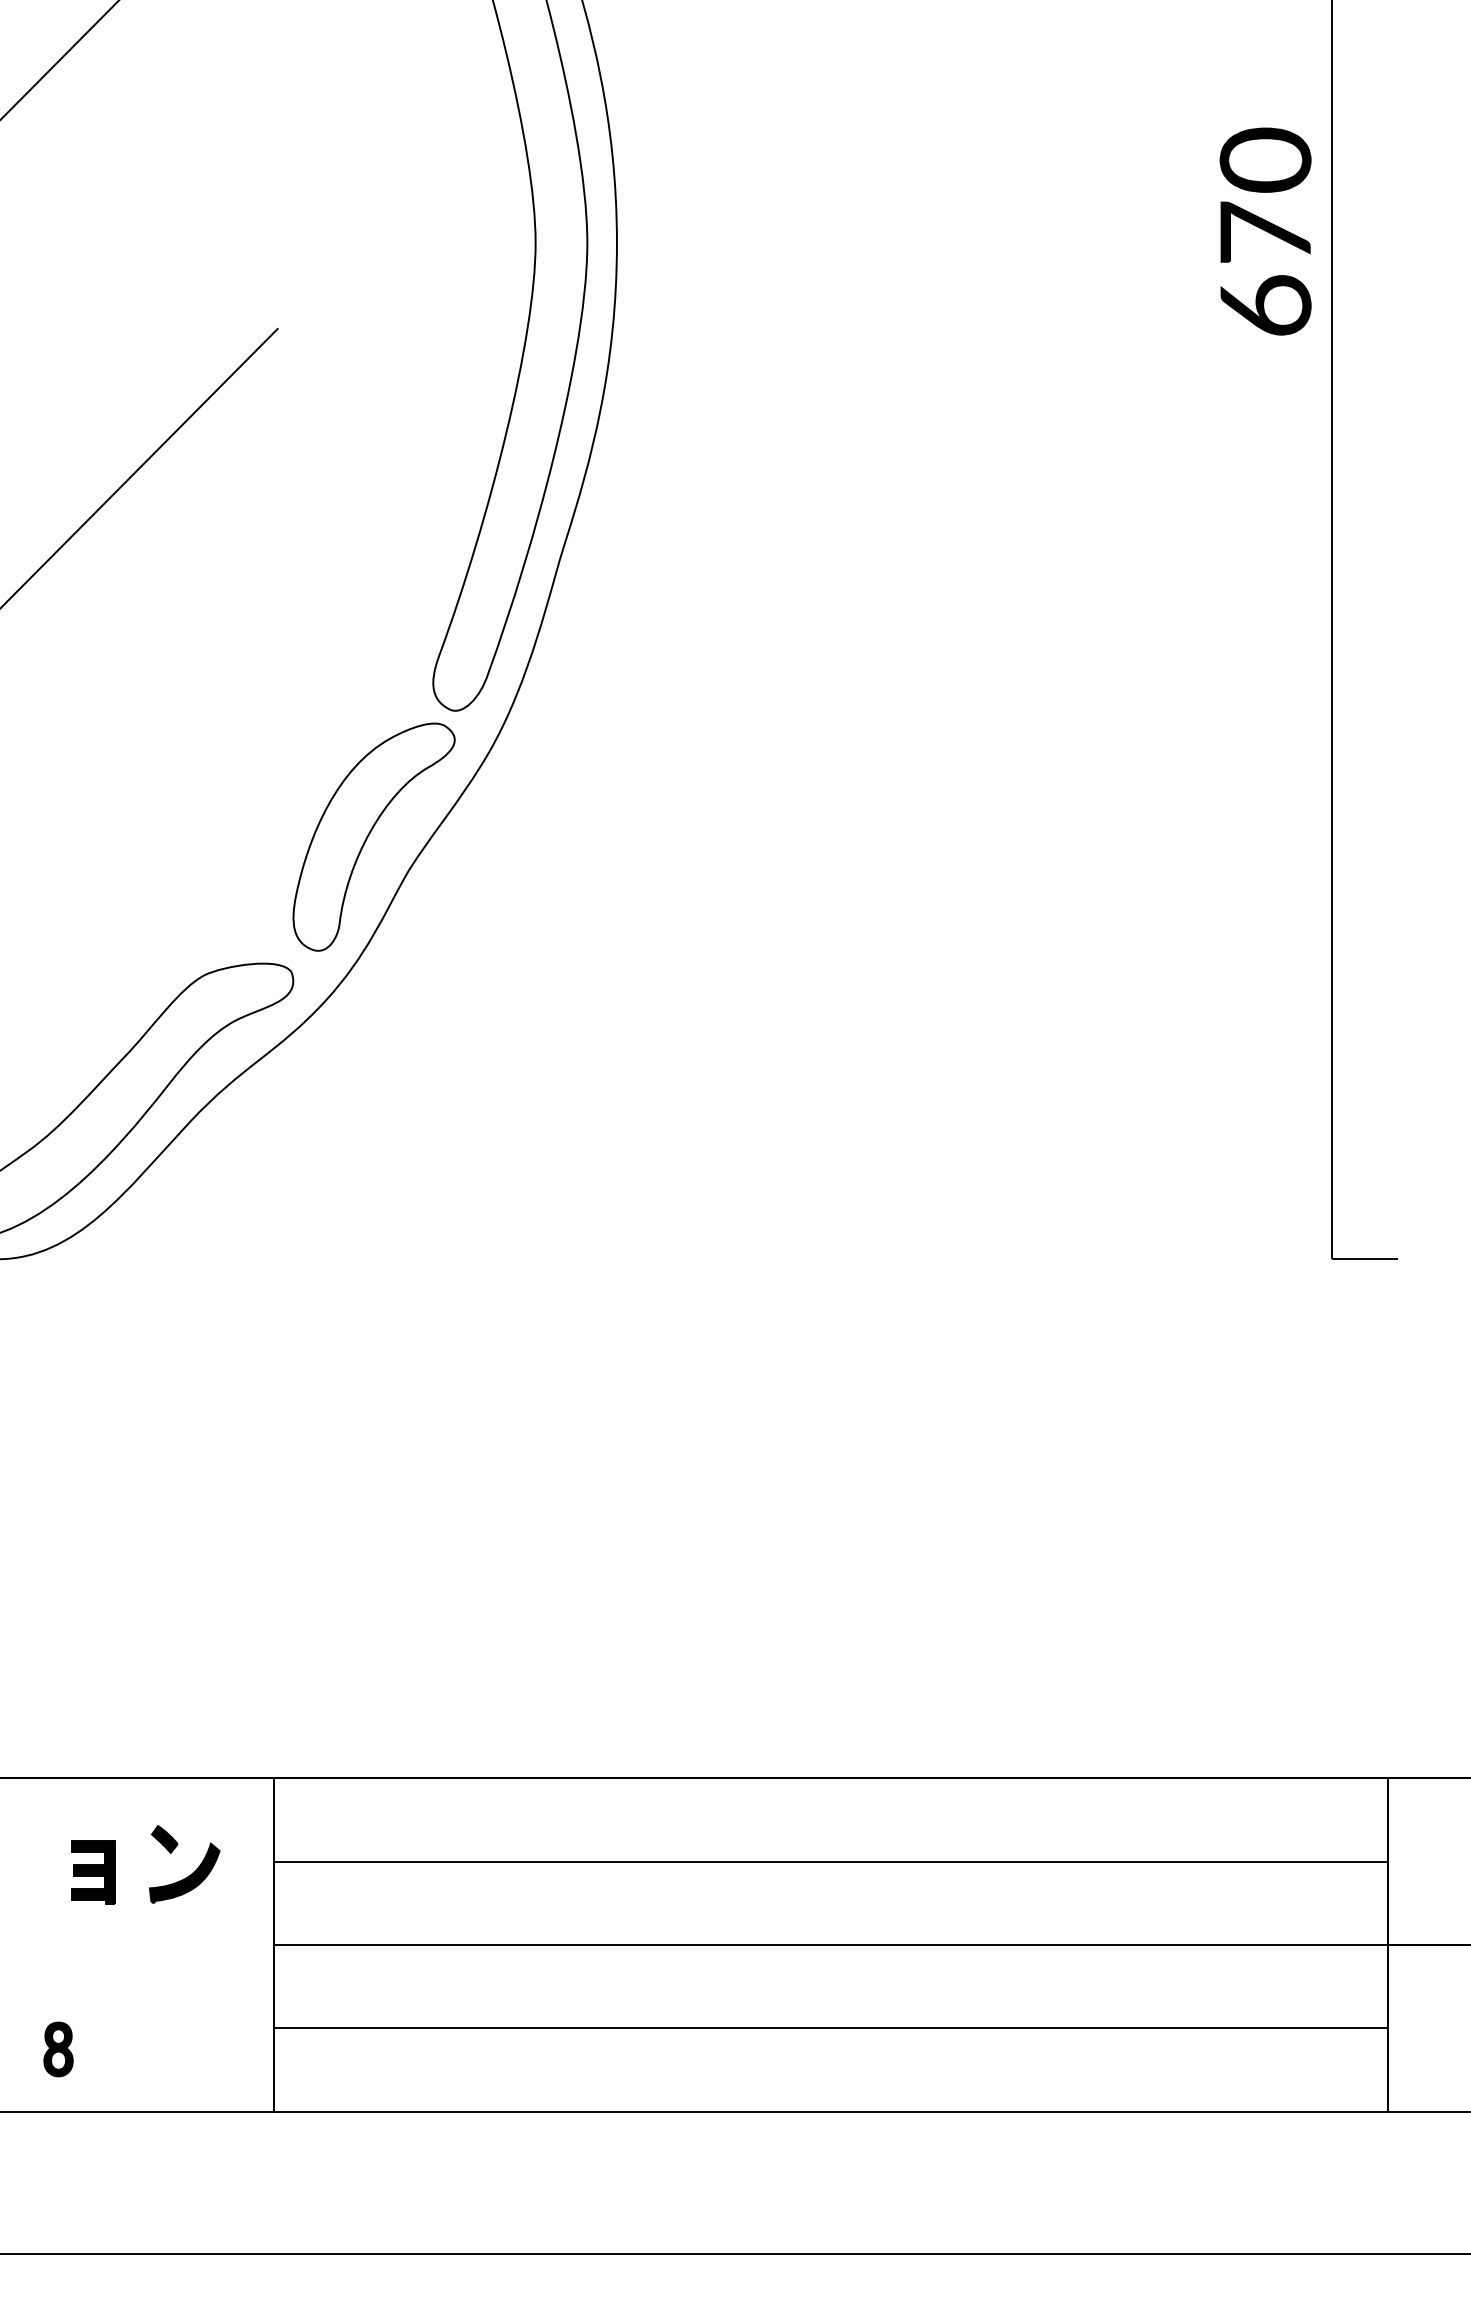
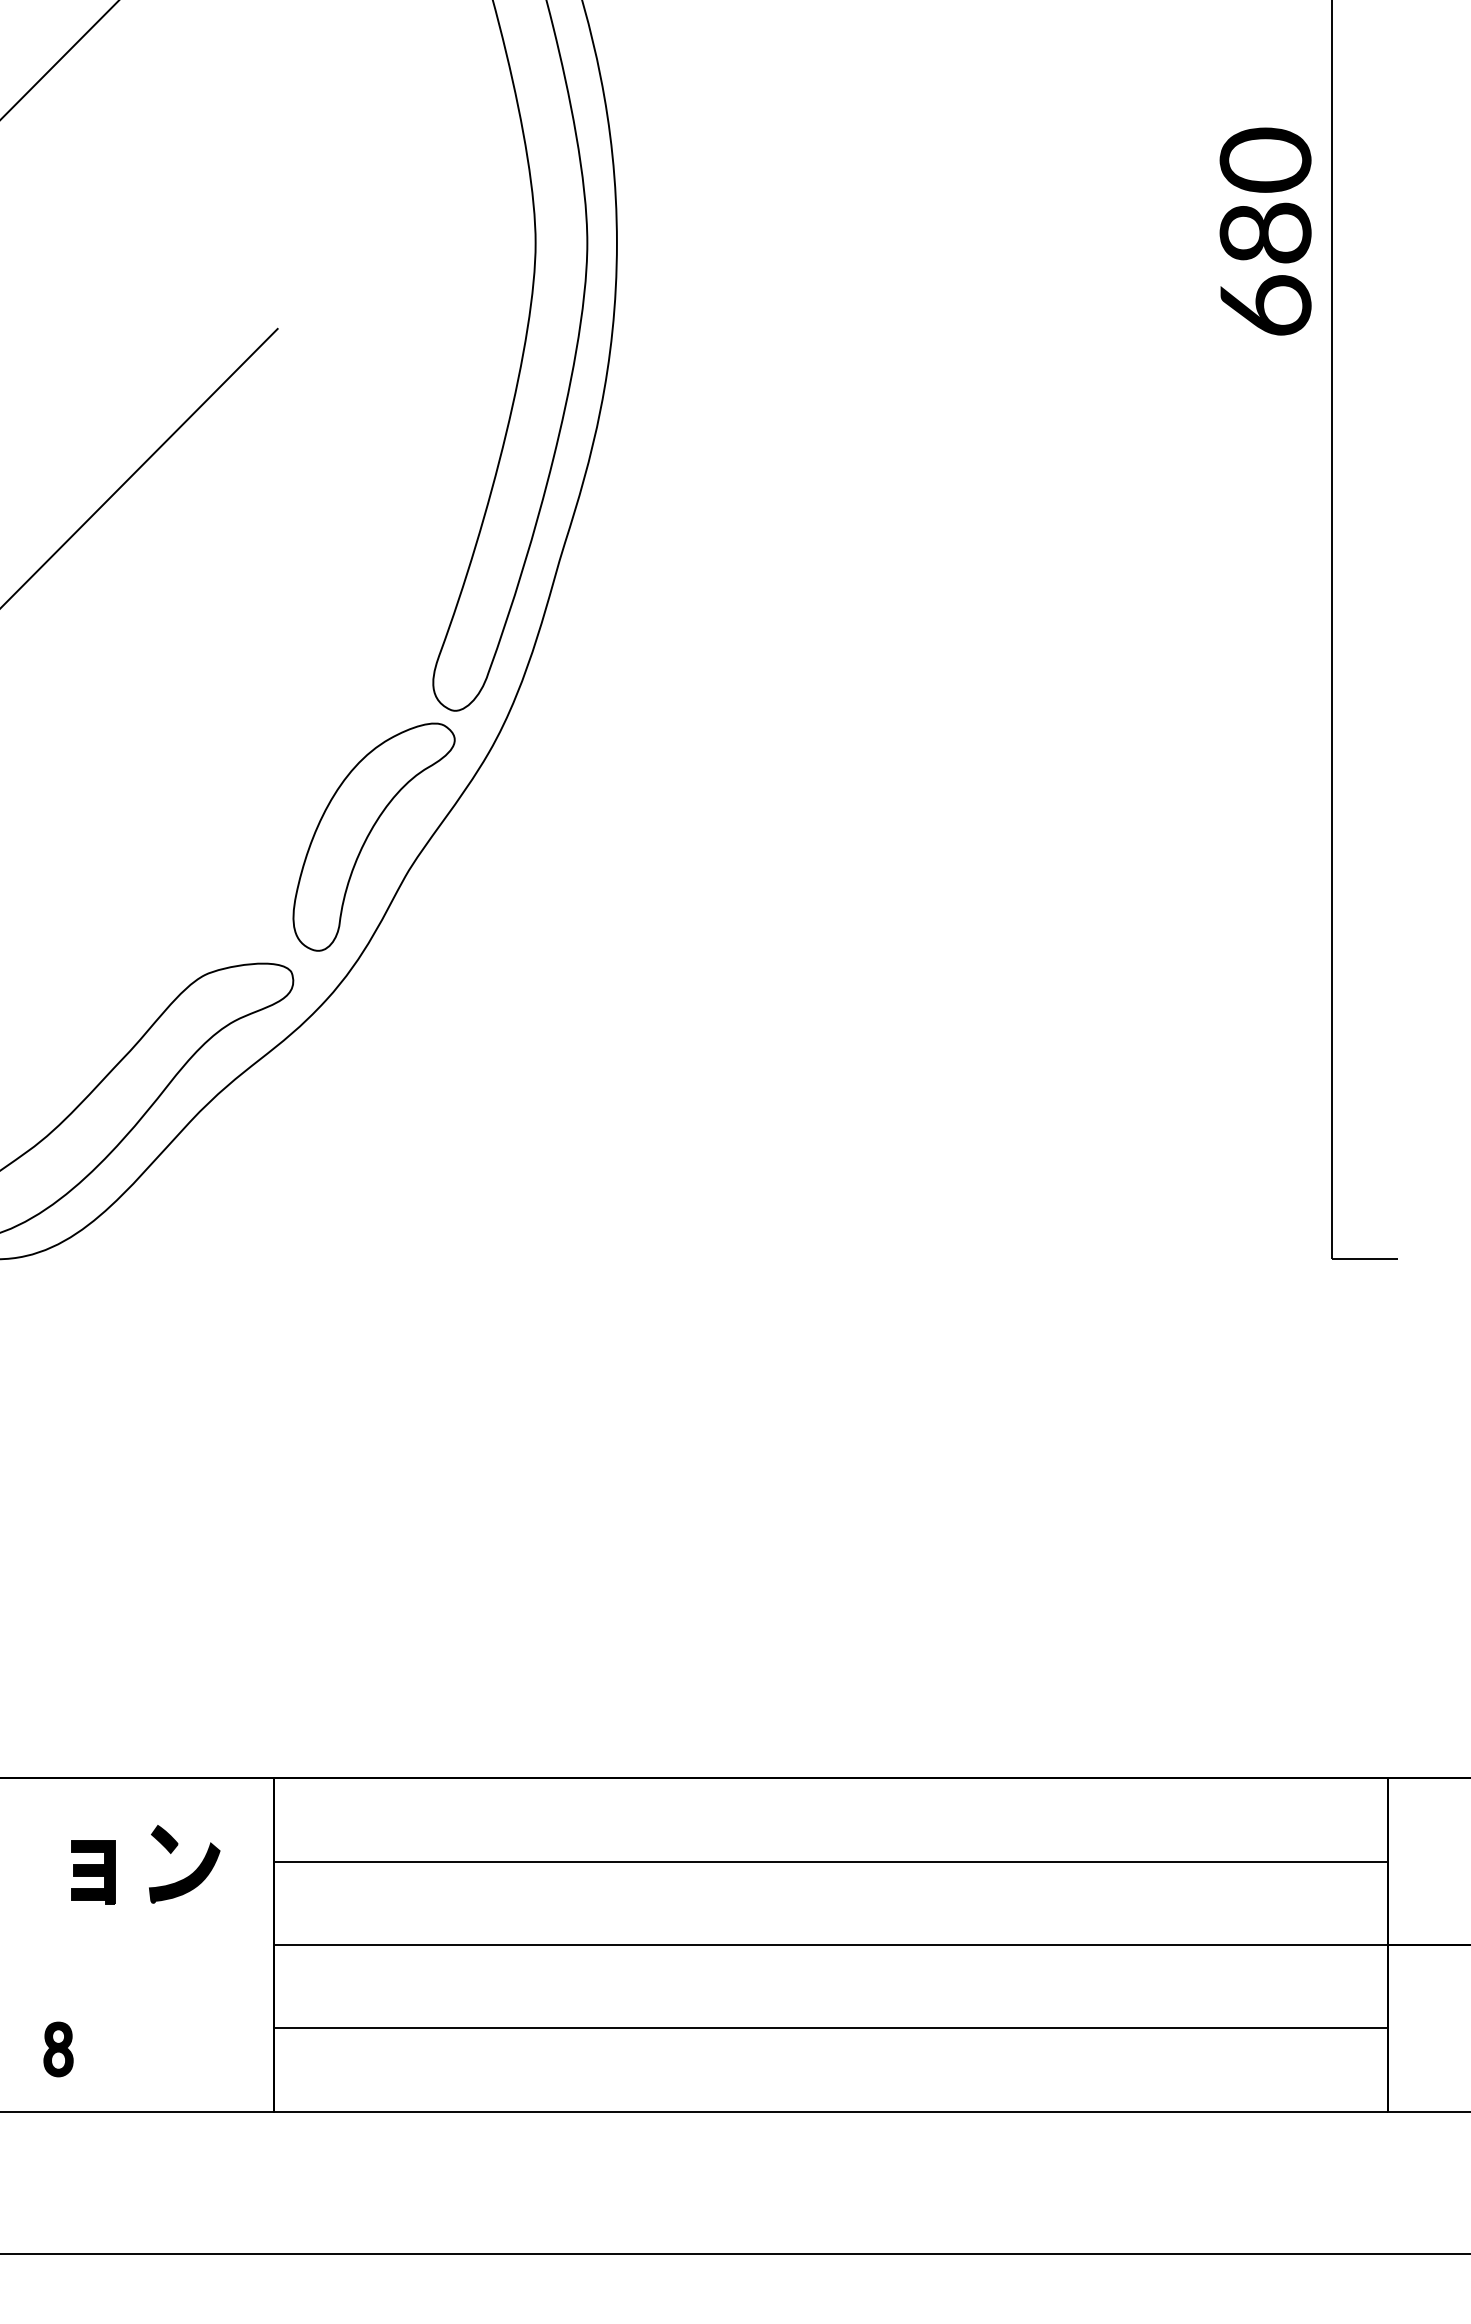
text at (1265, 232): 670 -> 680
